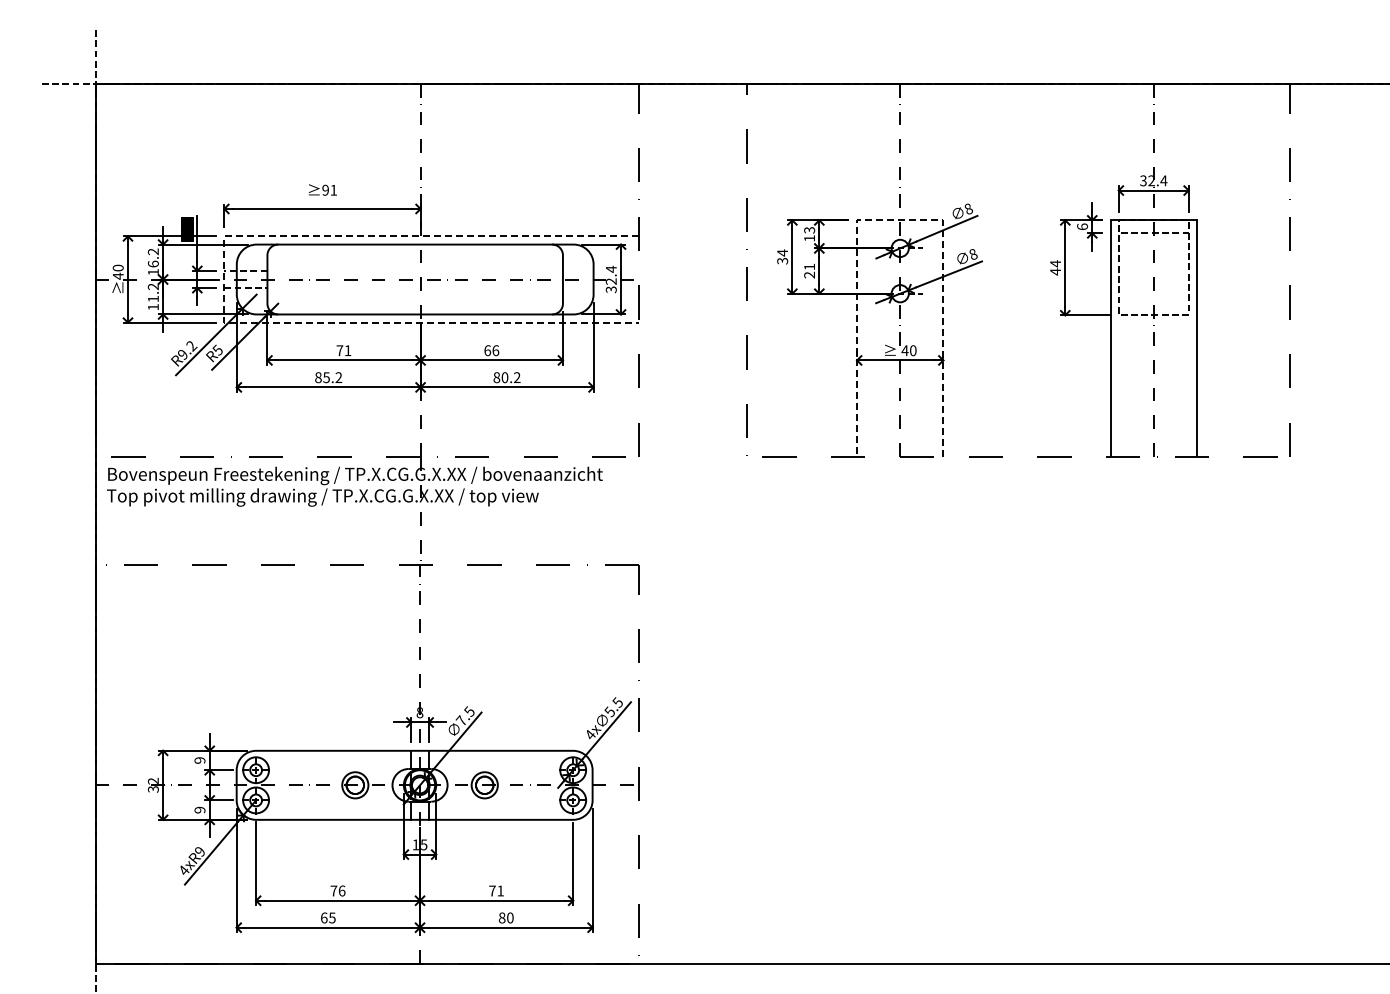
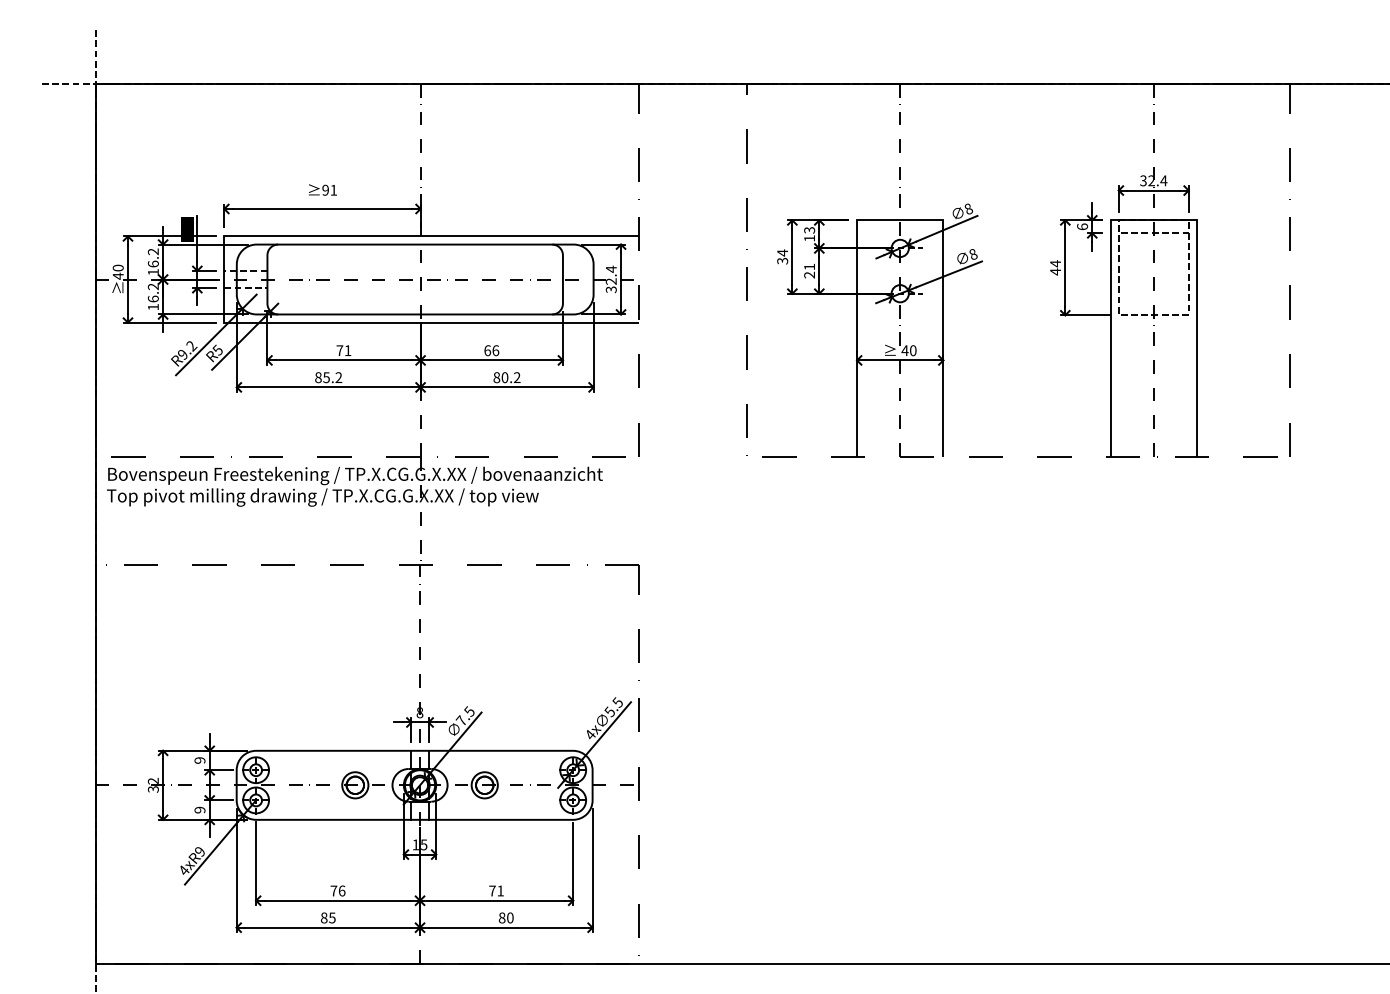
line at (899, 220): dashed -> solid
line at (224, 280): dashed -> solid
text at (152, 298): 11.2 -> 16.2
text at (324, 917): 65 -> 85
